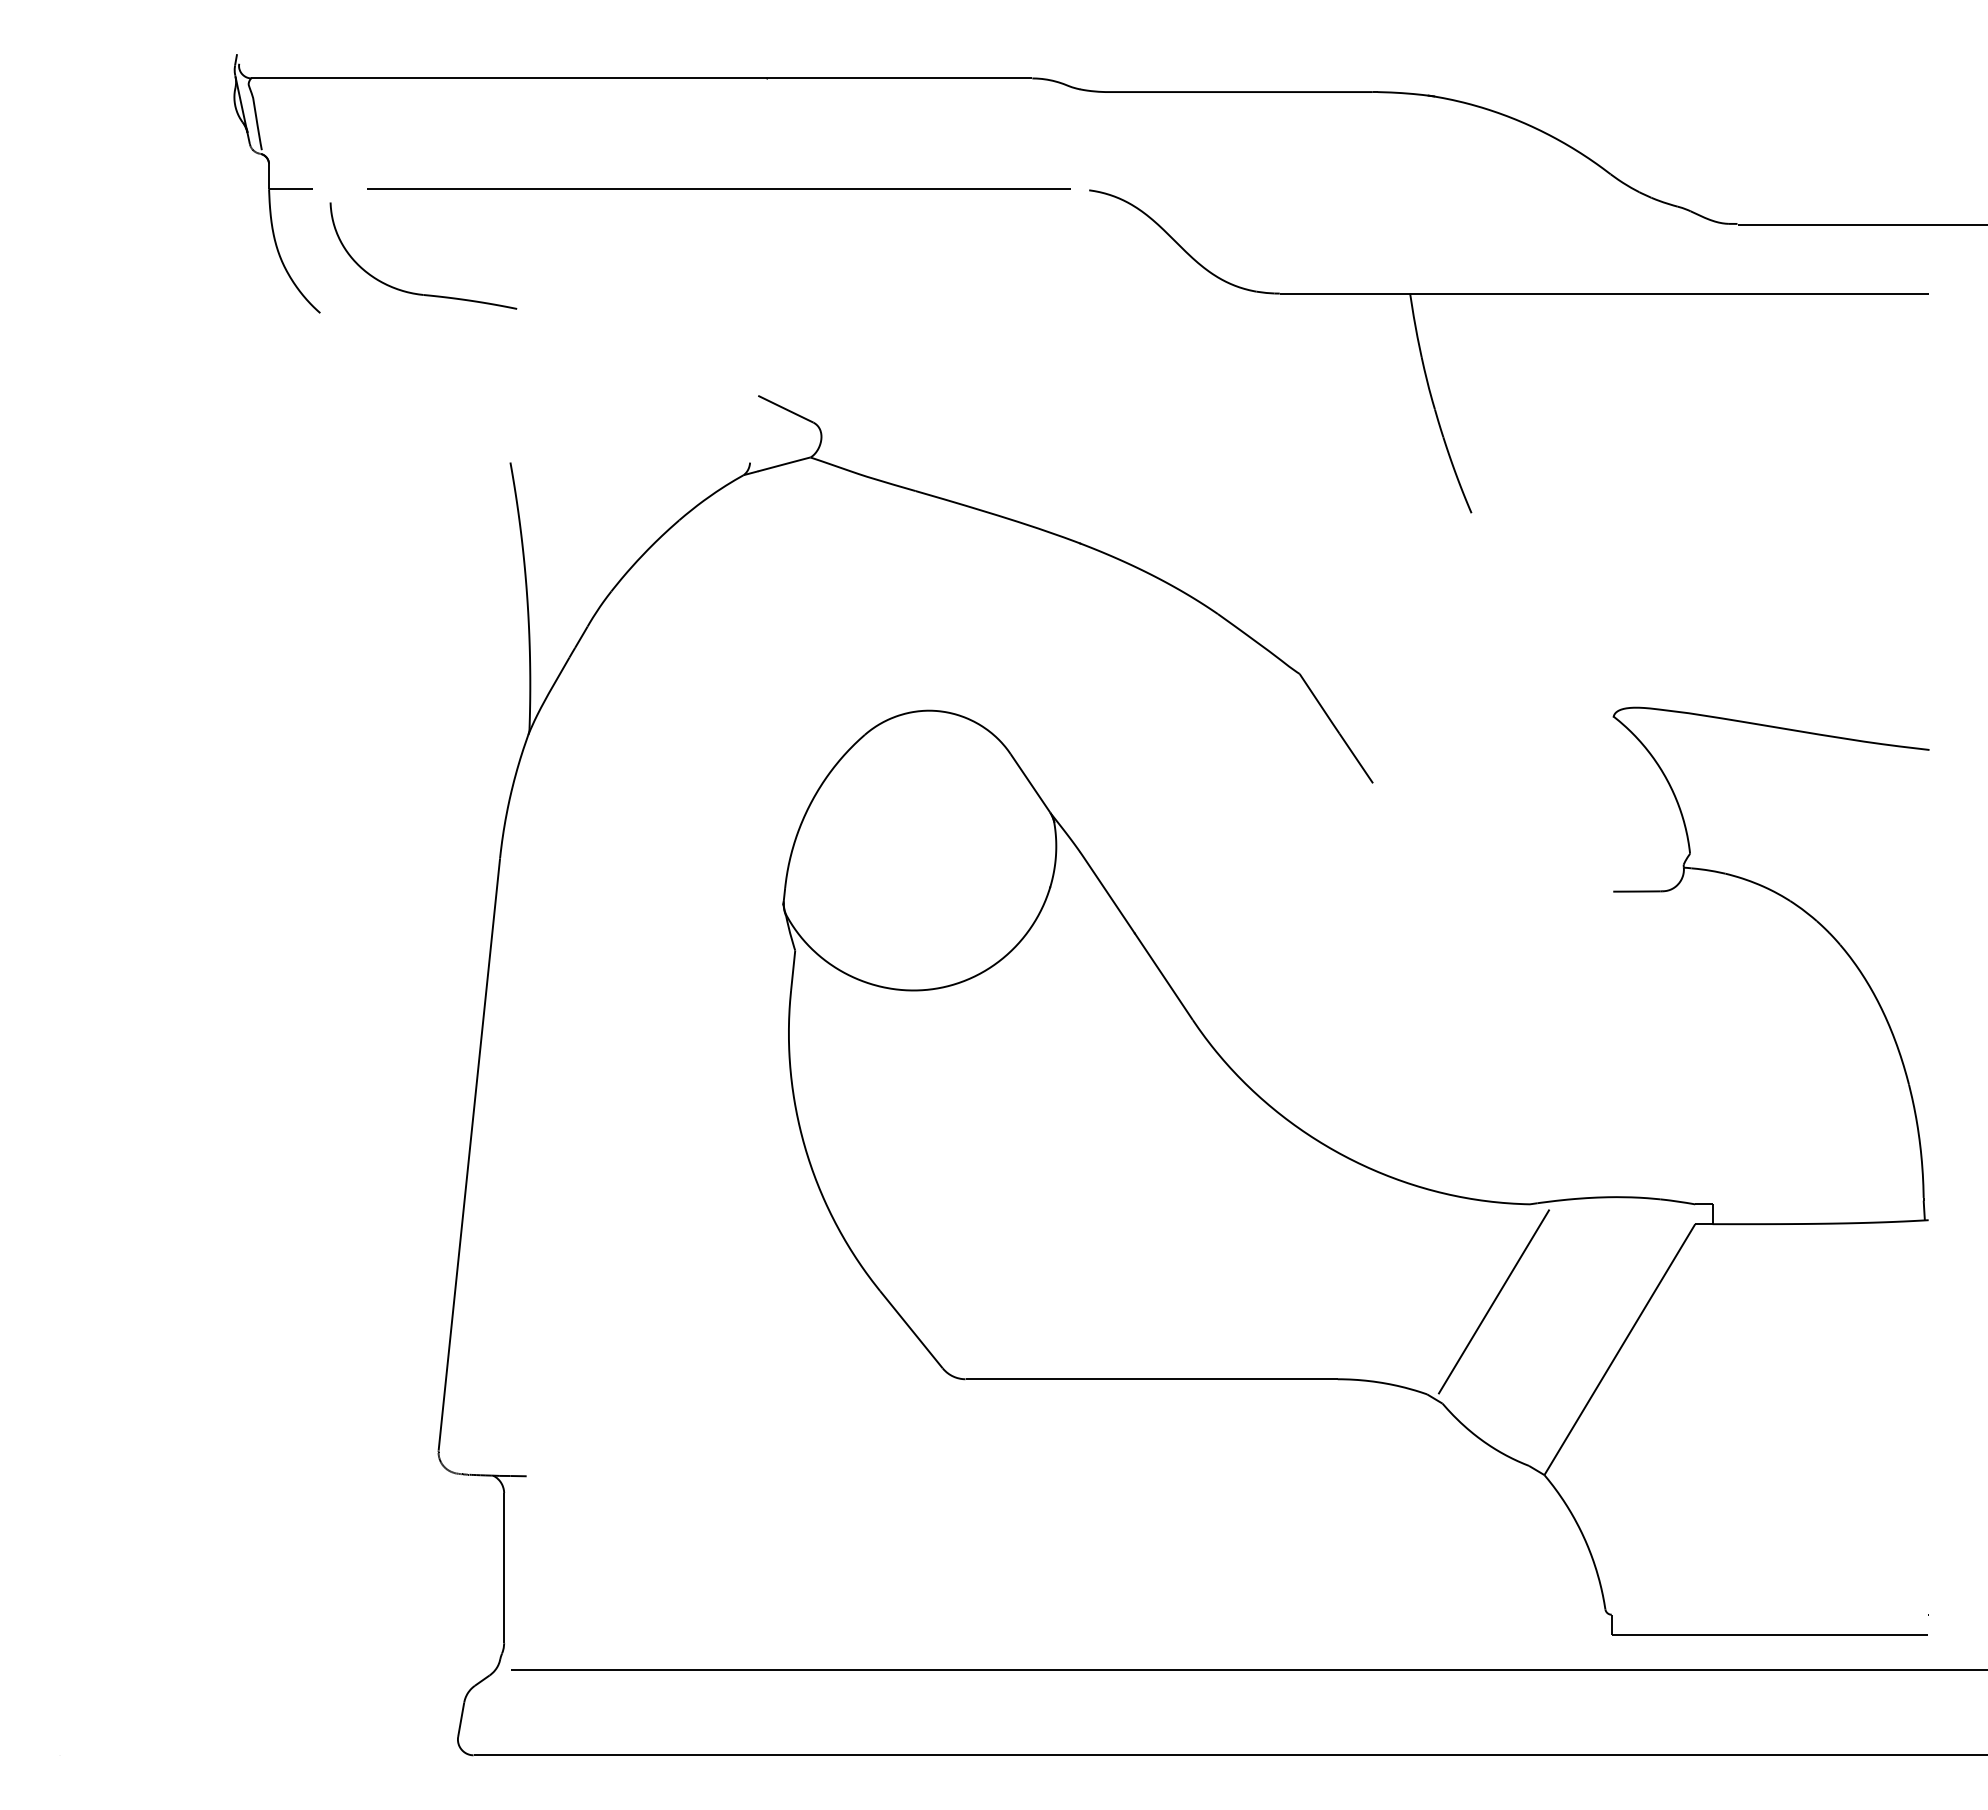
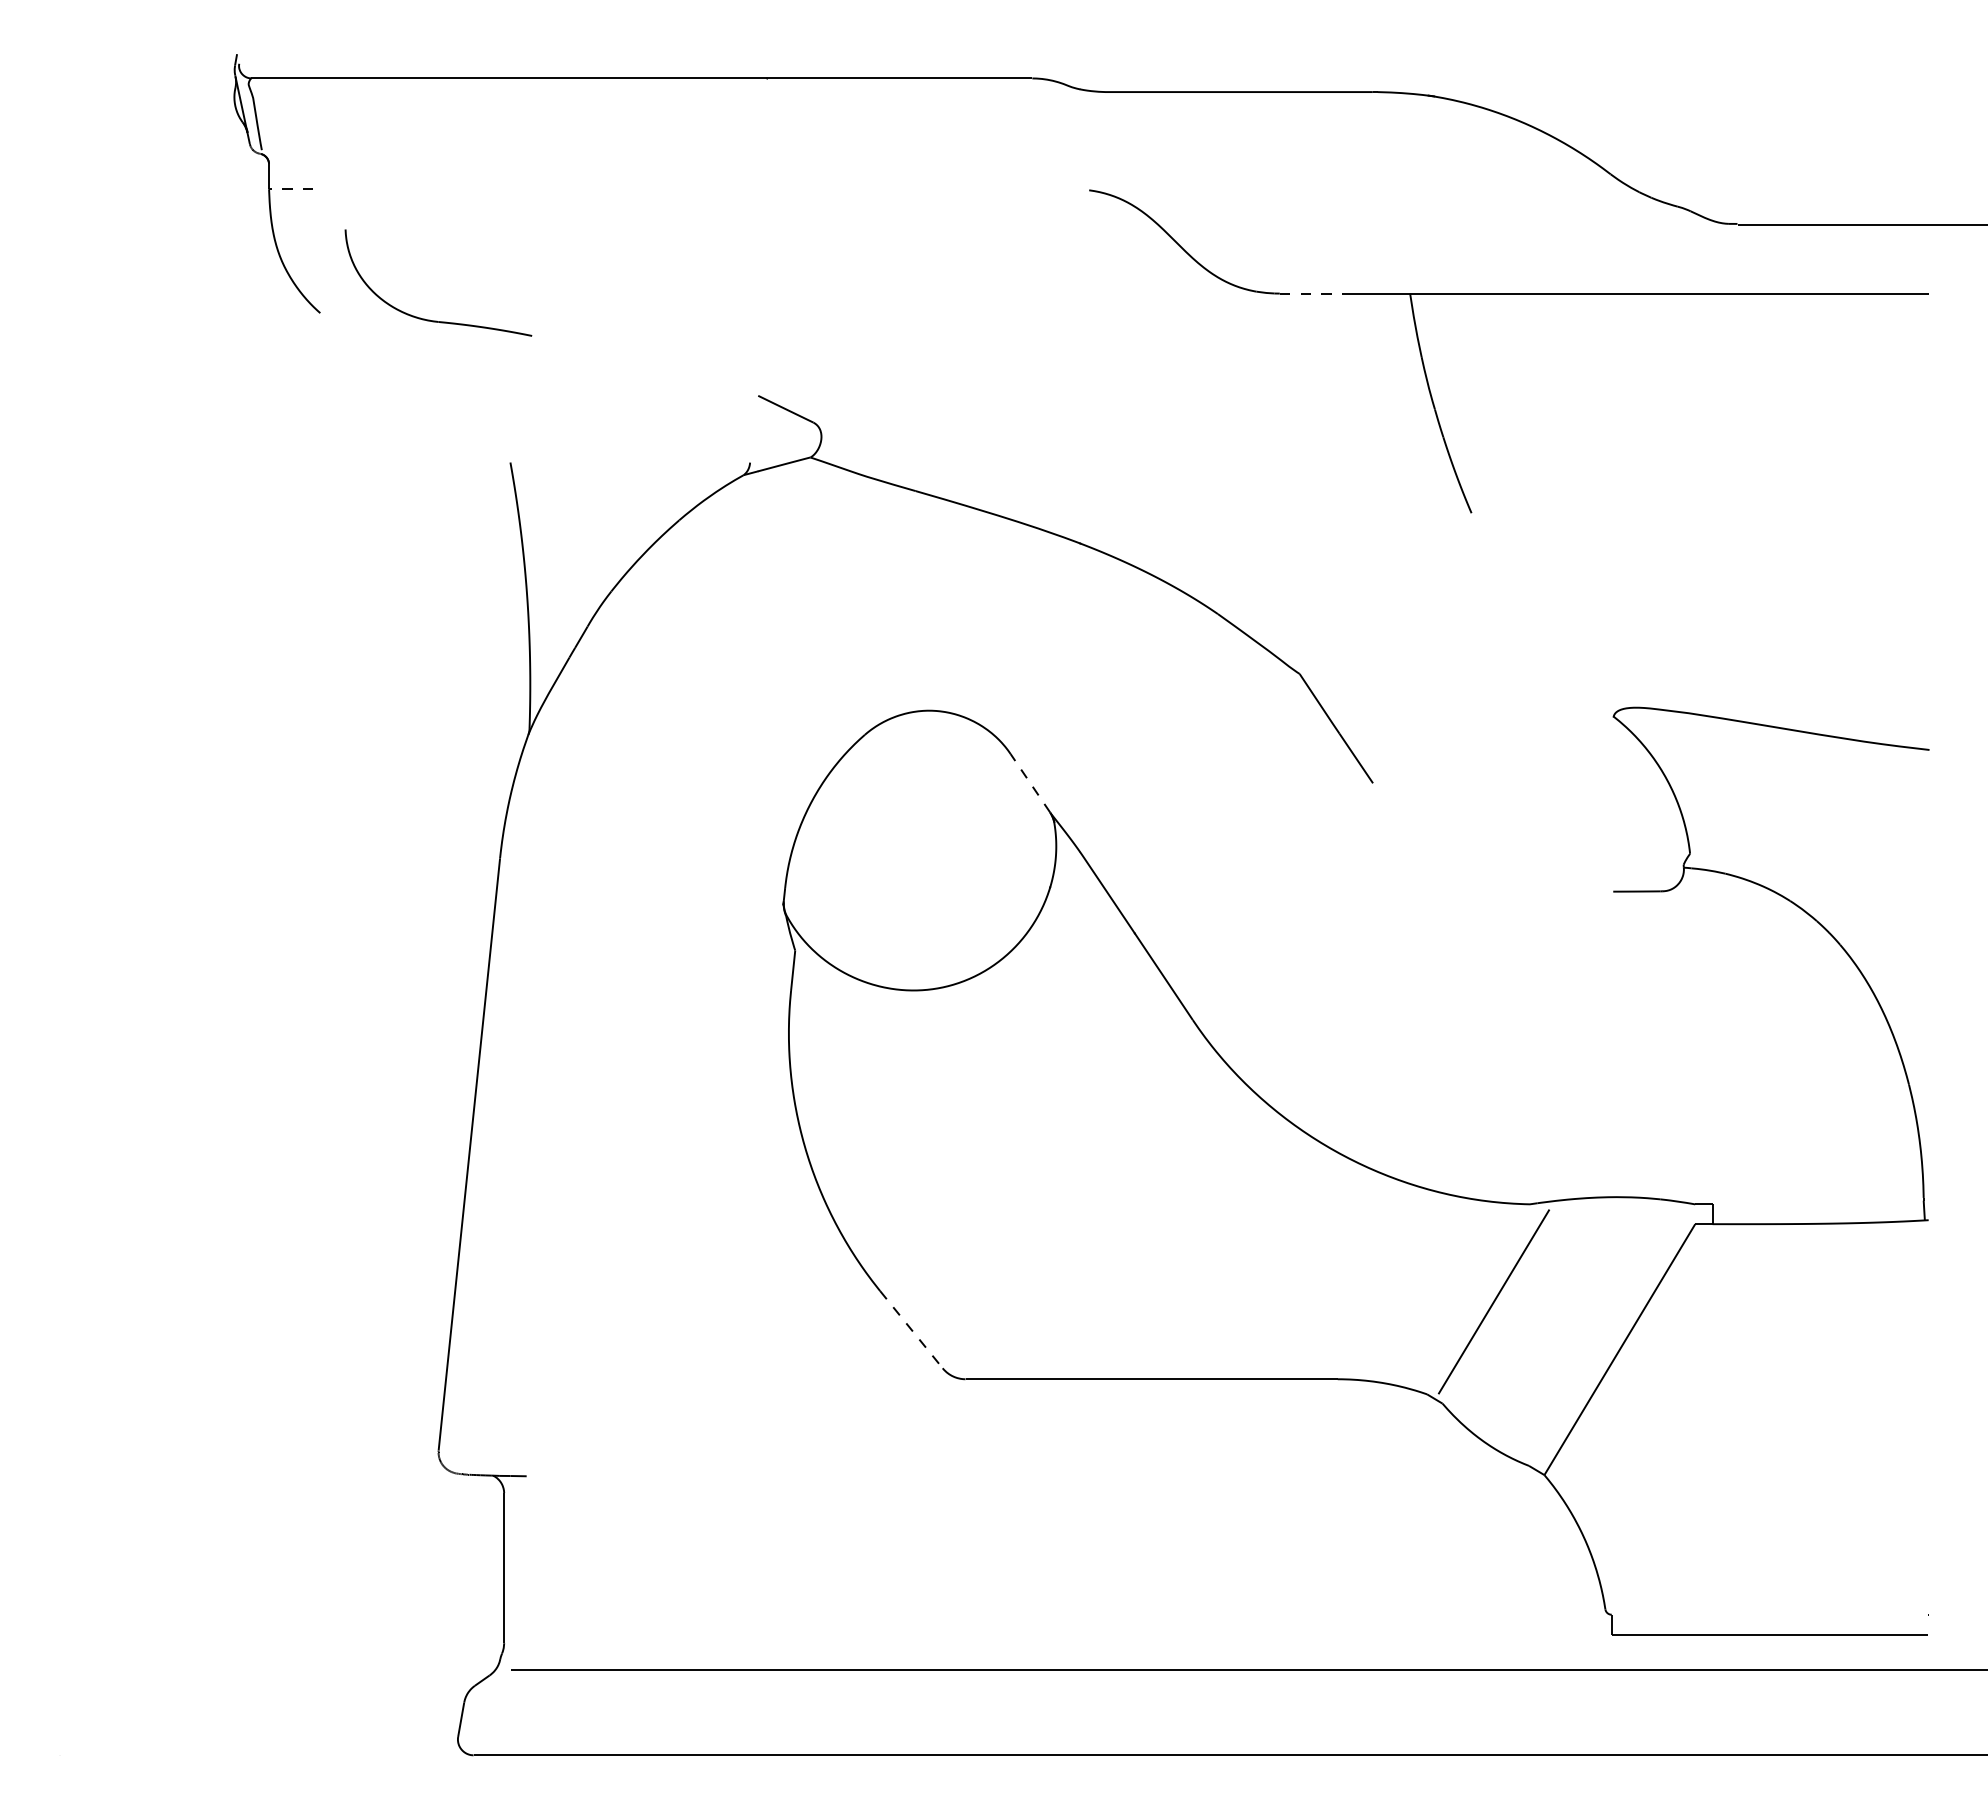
line at (718, 188): present -> none
line at (290, 189): solid -> dashed
part at (421, 293) position: (421, 293) -> (436, 320)
line at (1314, 293): solid -> dashed
line at (1030, 782): solid -> dashed
line at (911, 1329): solid -> dashed
